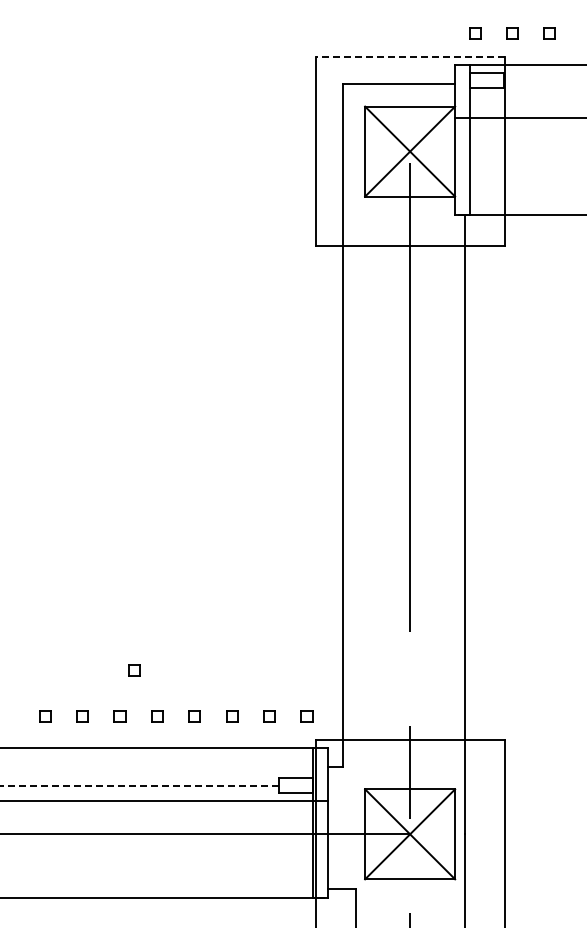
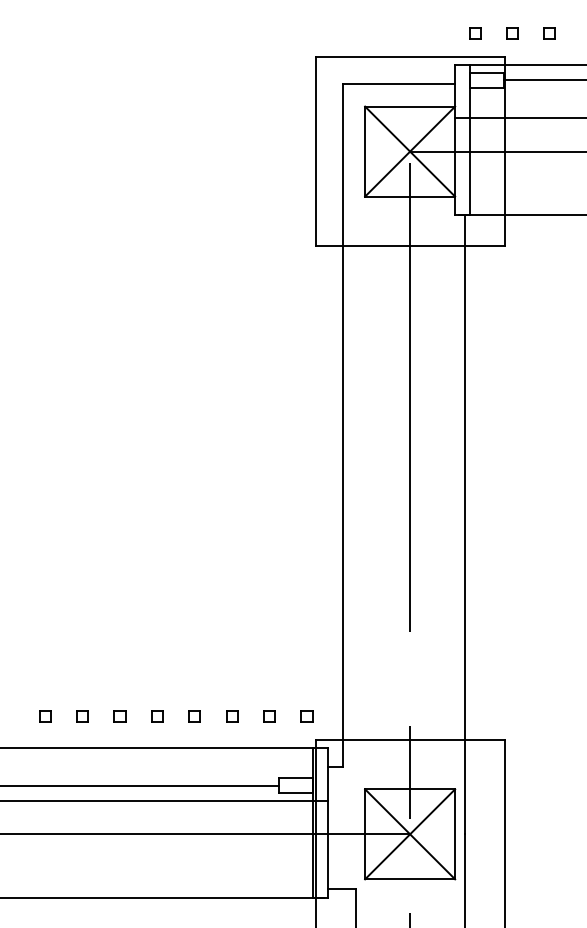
line at (410, 57): dashed -> solid
line at (543, 80): none -> present
line at (496, 151): none -> present
part at (134, 670): present -> none
line at (139, 785): dashed -> solid
